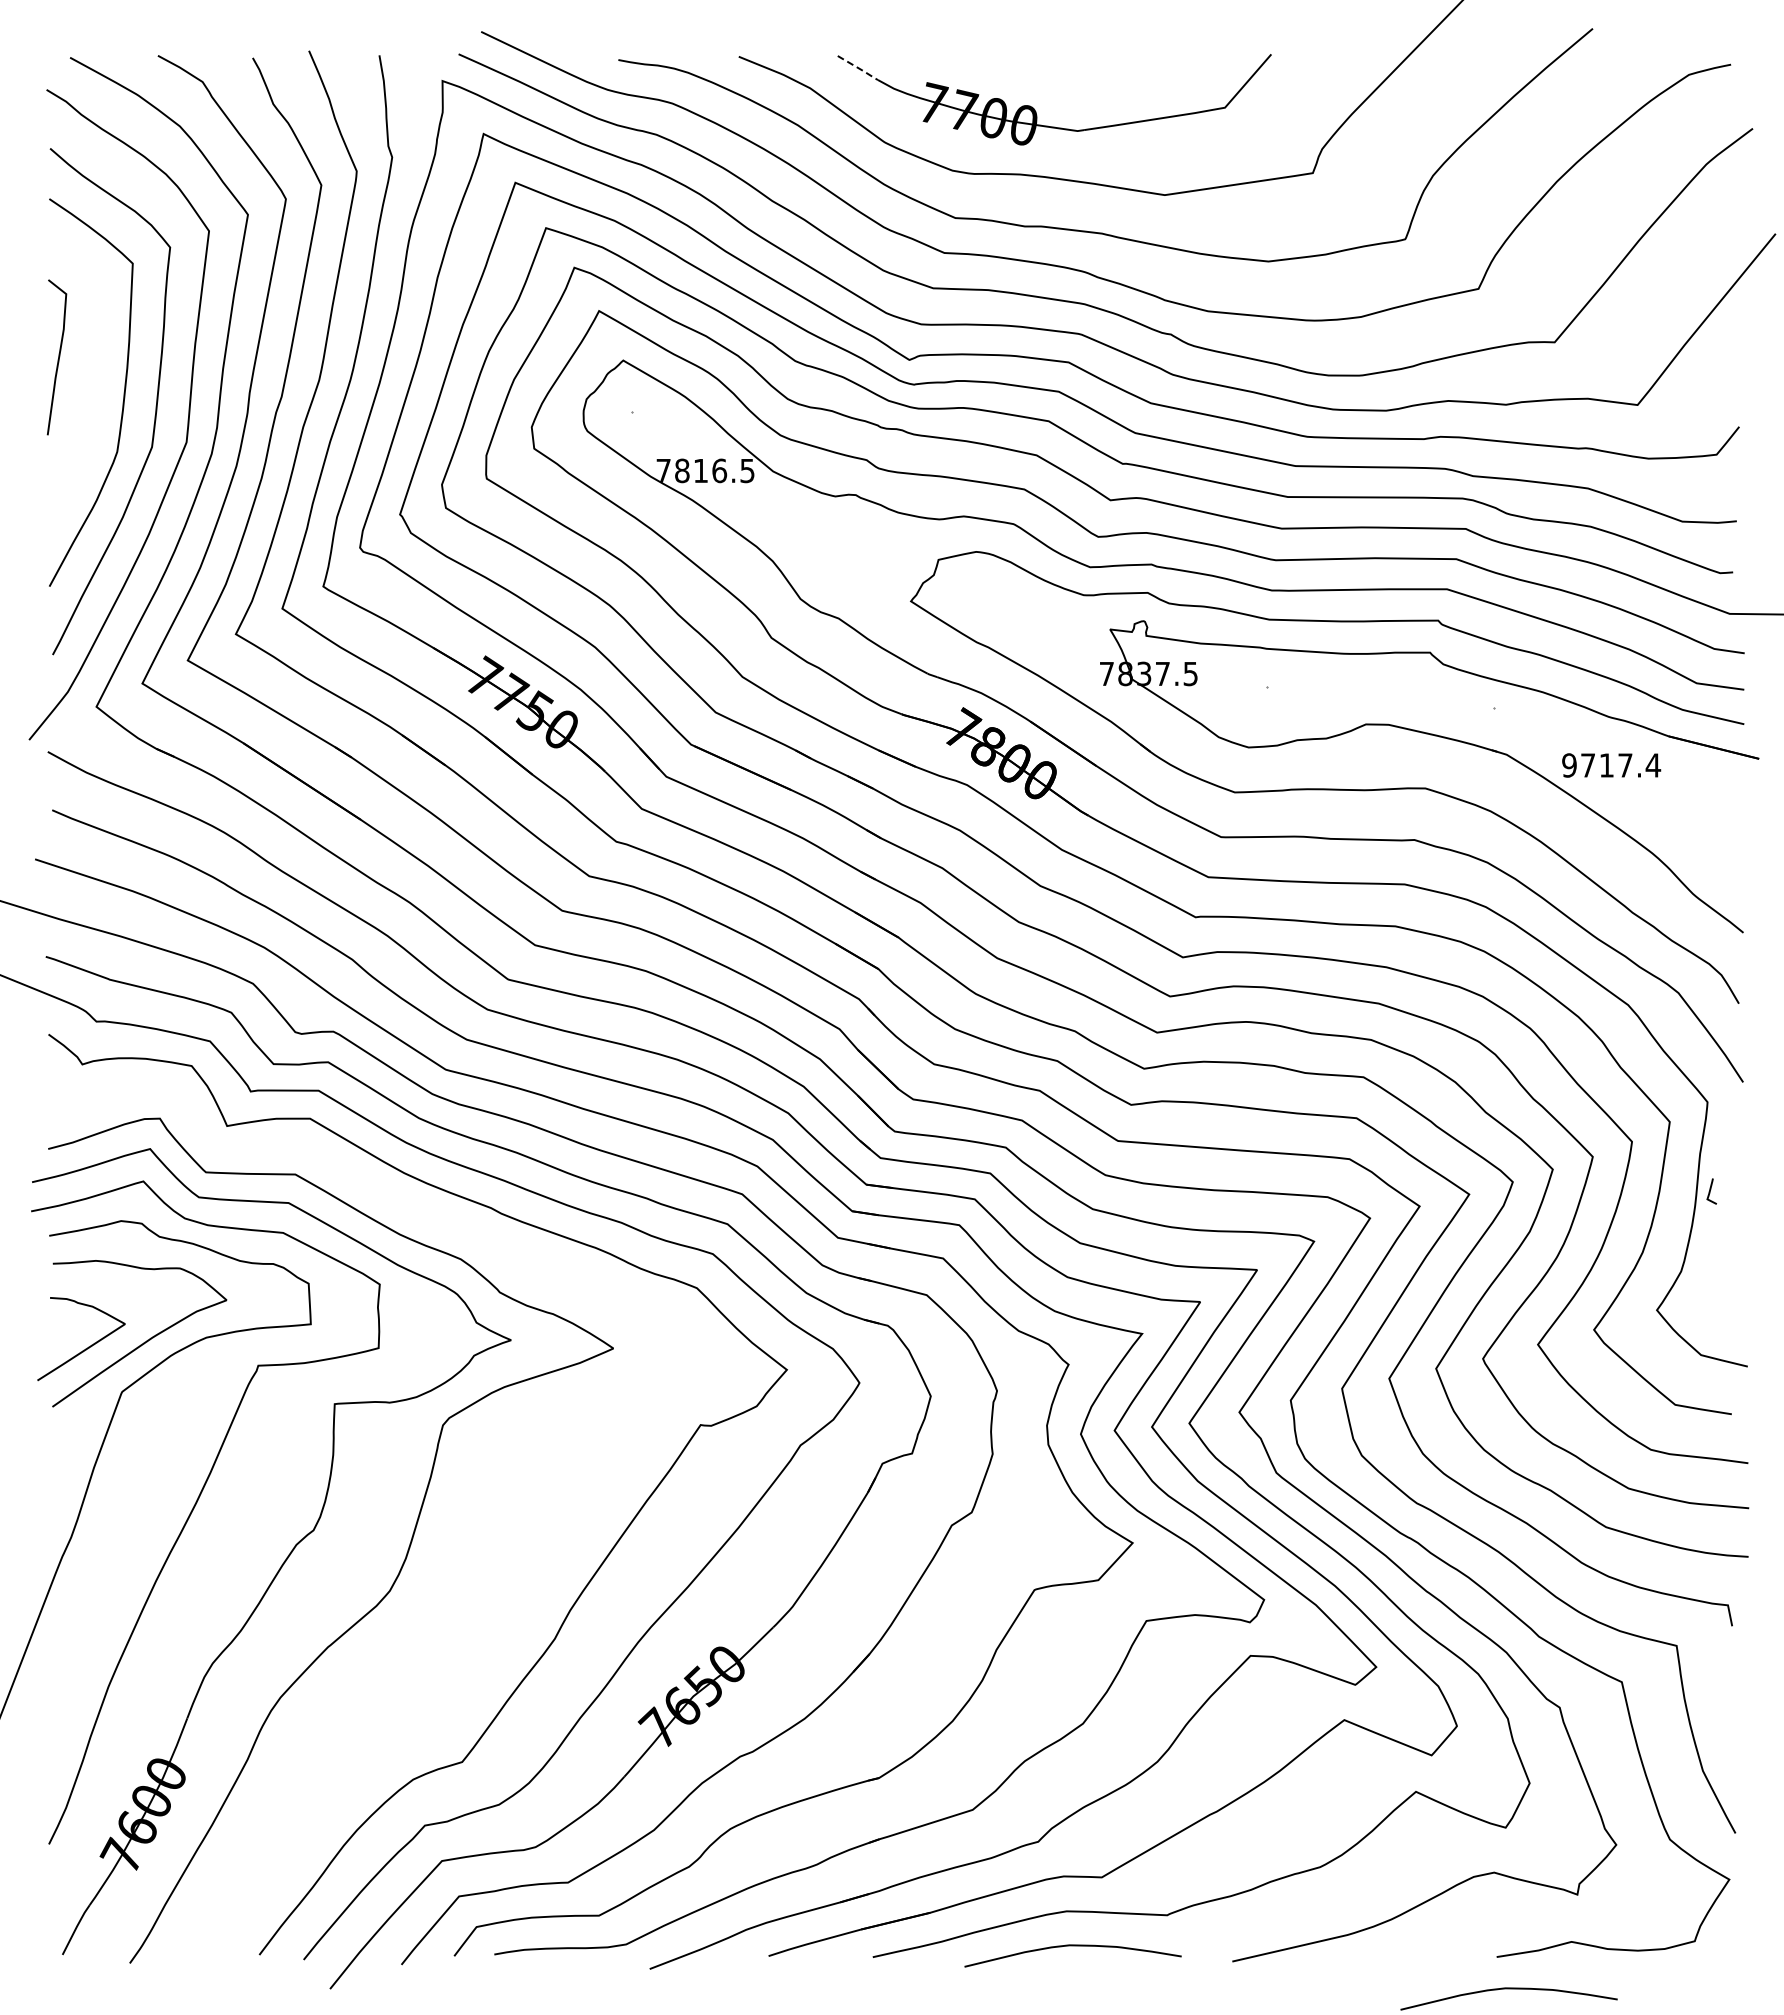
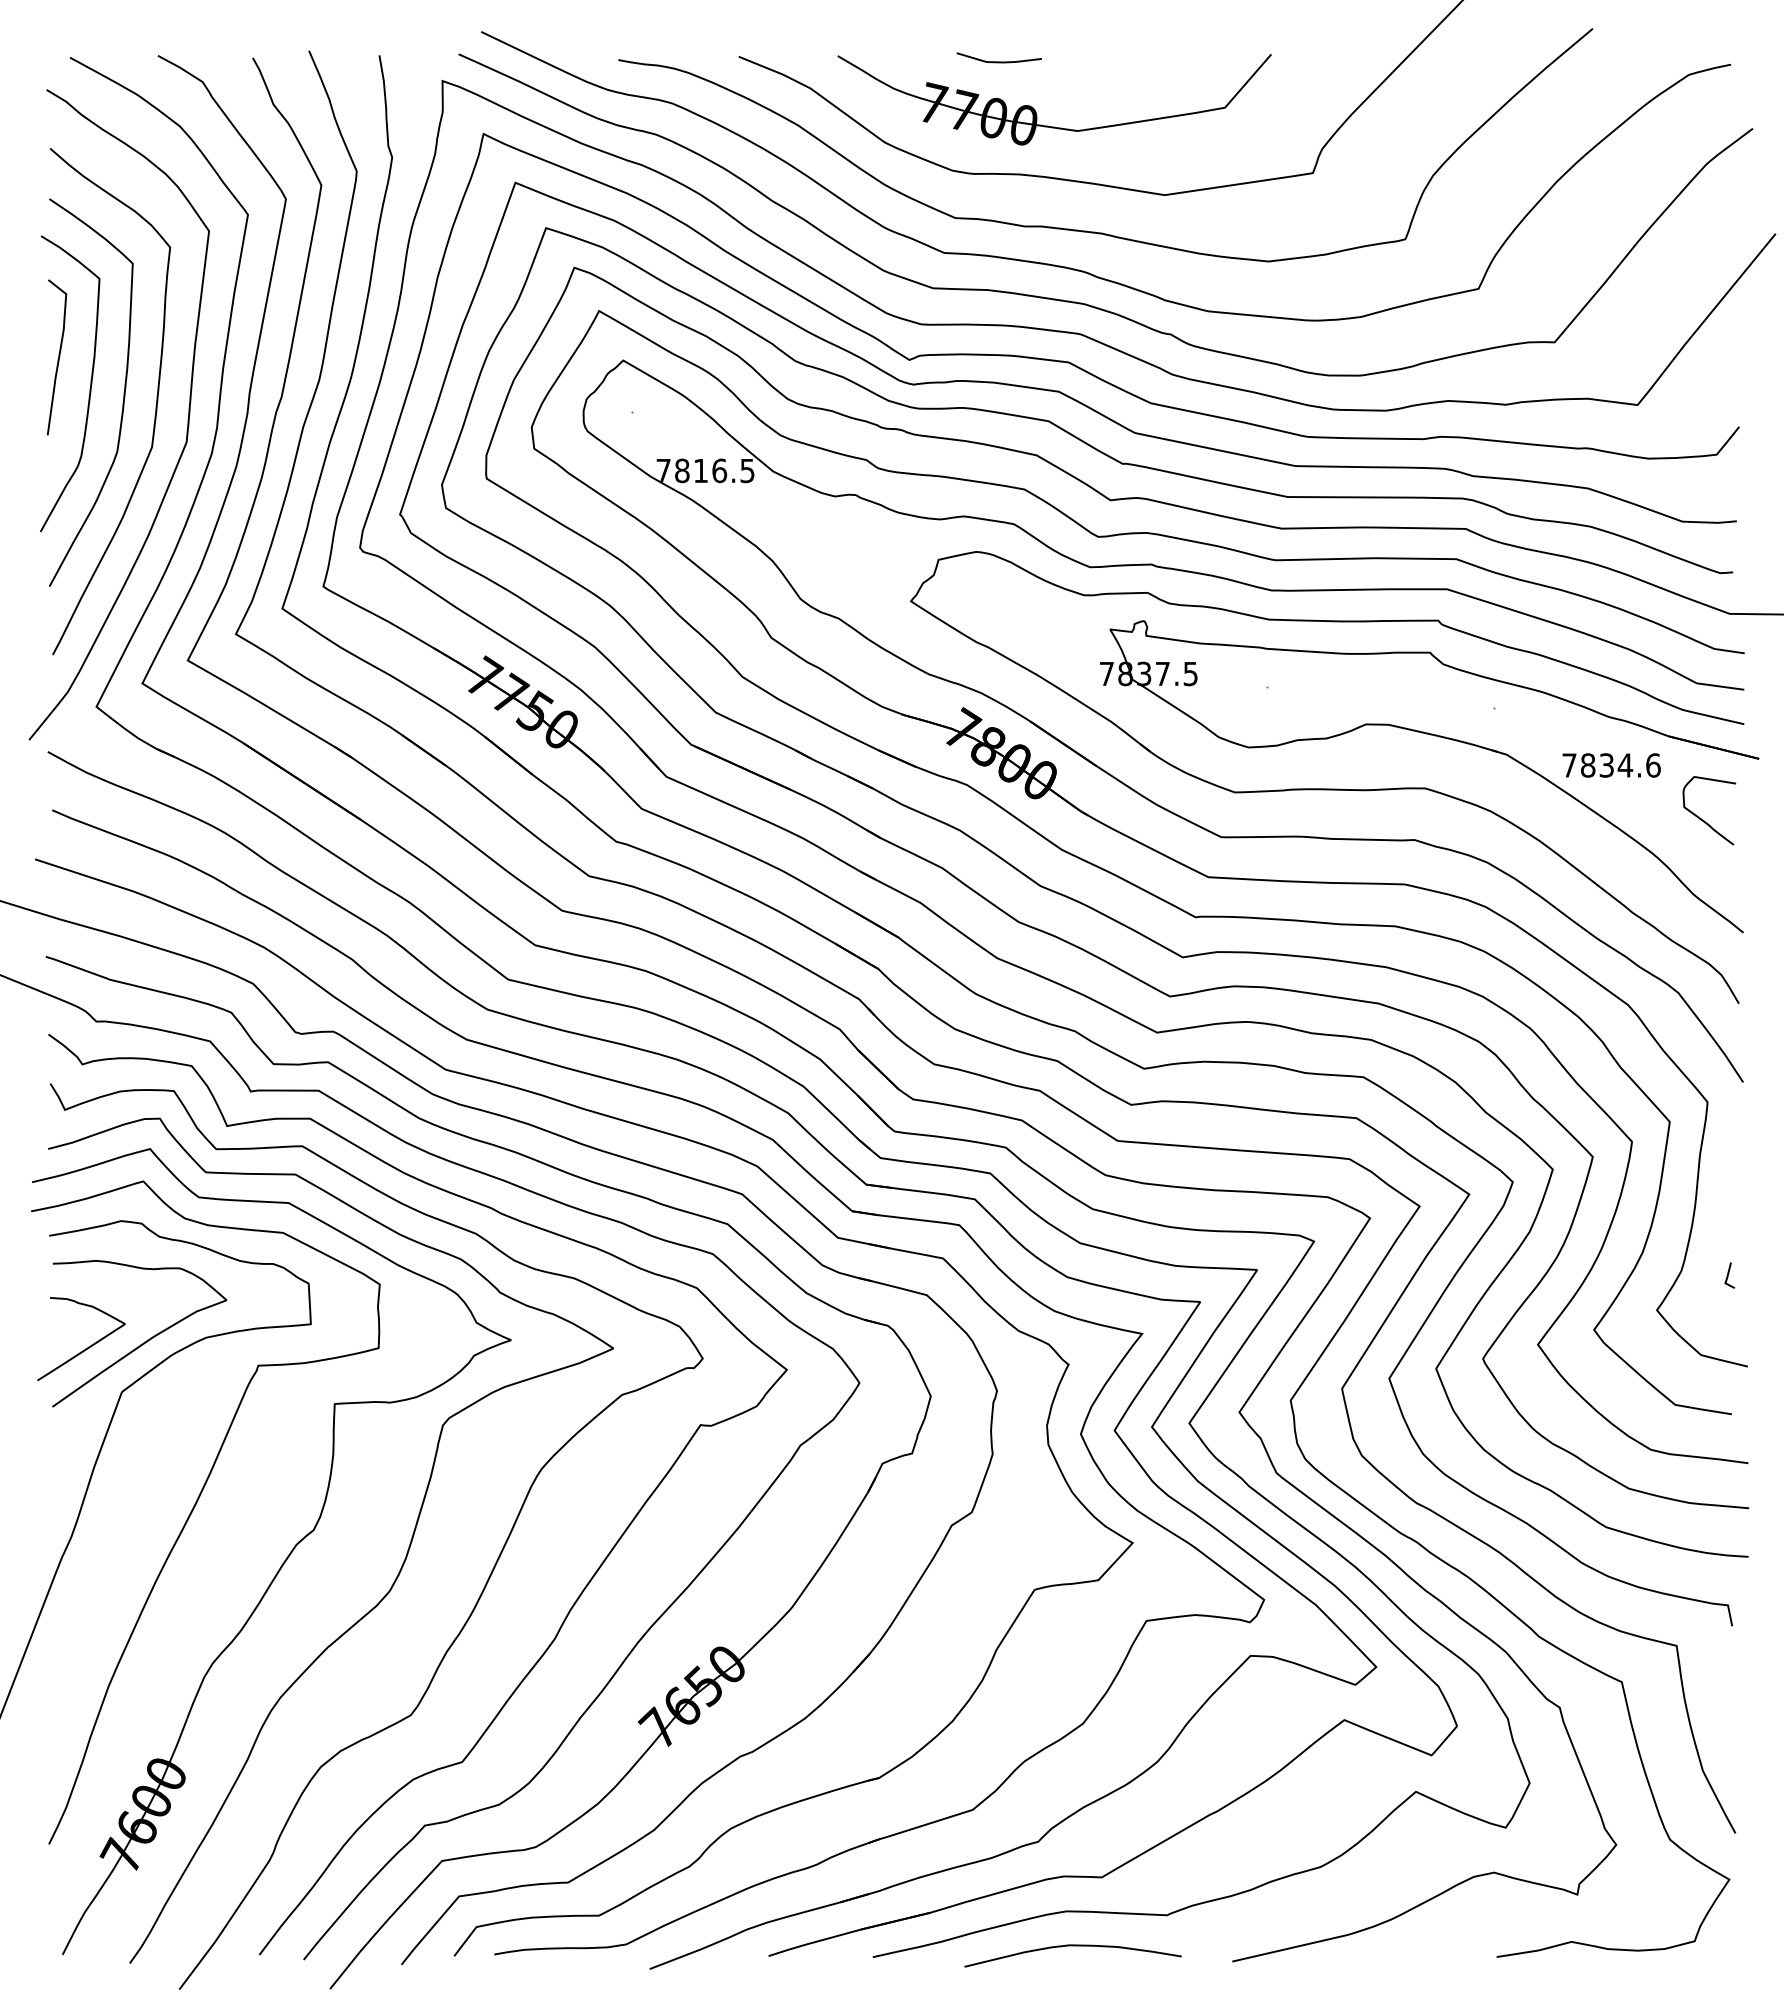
curve at (998, 61): none -> present
line at (858, 68): dashed -> solid
curve at (89, 388): none -> present
text at (1611, 765): 9717.4 -> 7834.6
curve at (1703, 819): none -> present
line at (1710, 1191) position: (1710, 1191) -> (1728, 1275)
curve at (482, 1589): none -> present
curve at (1508, 1989): present -> none
